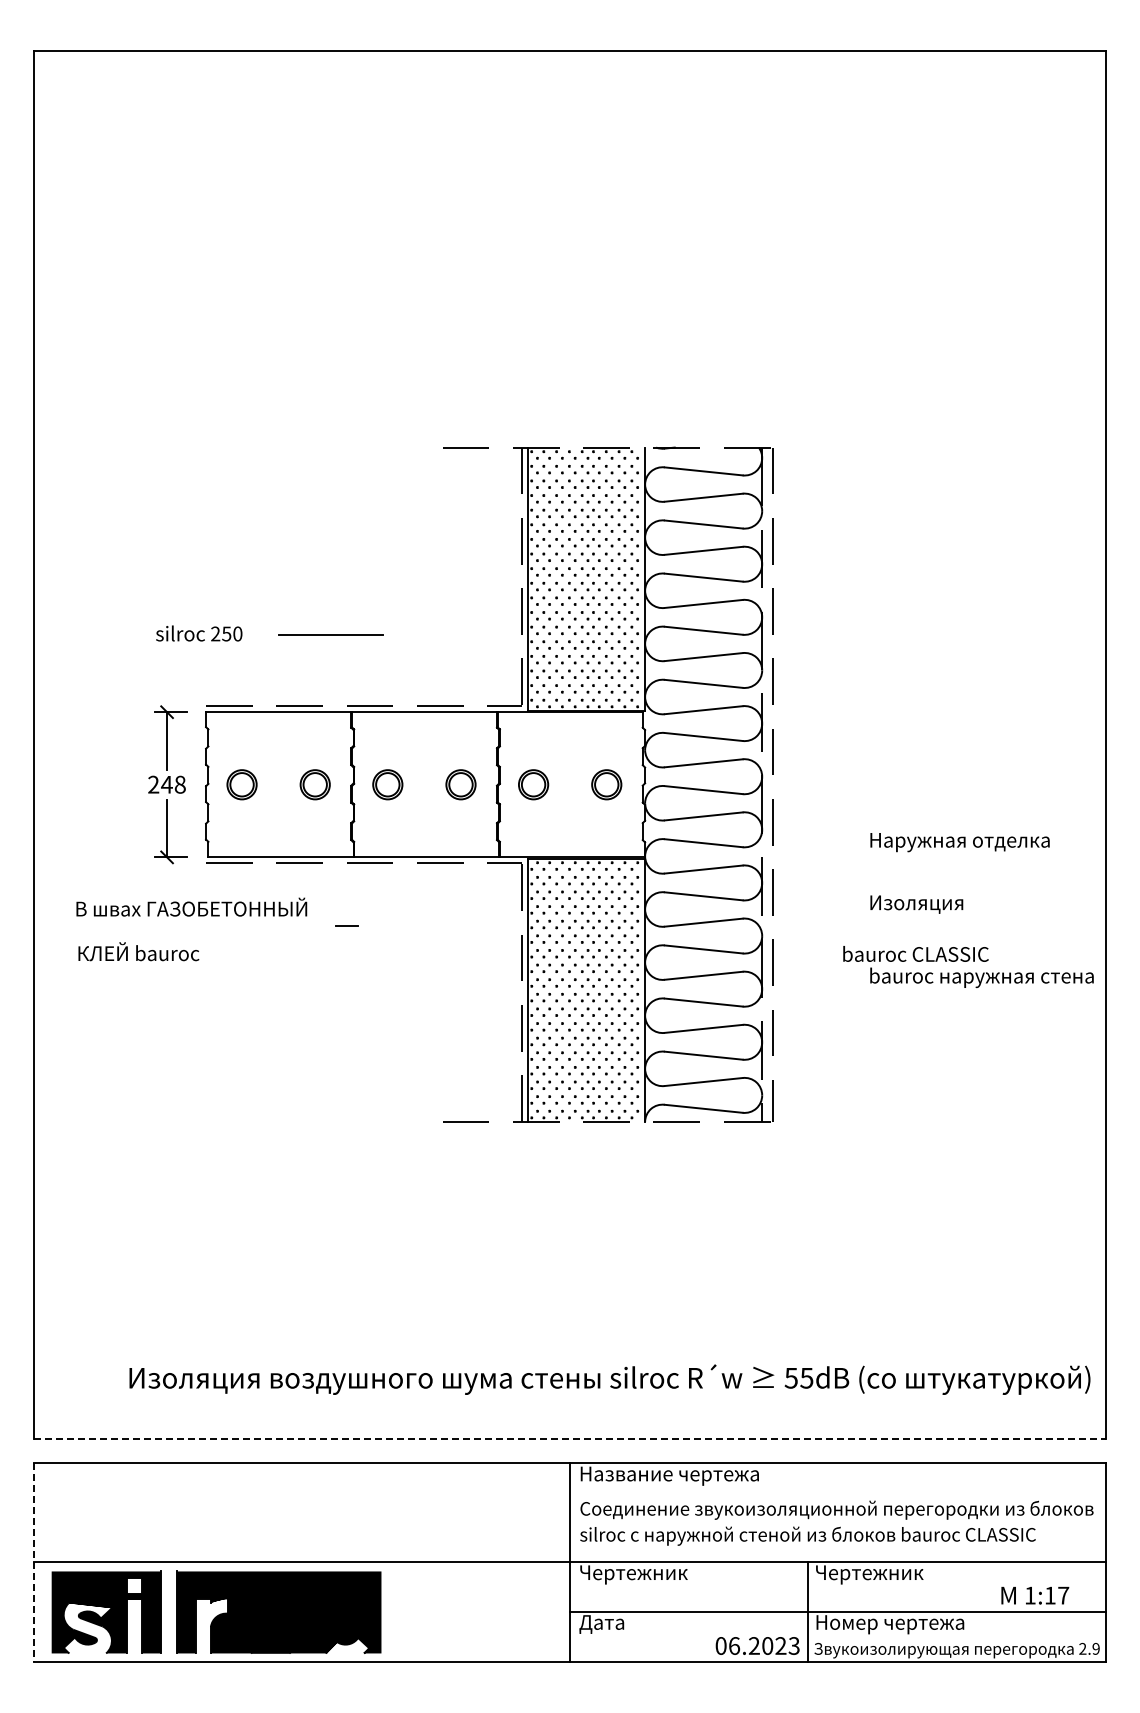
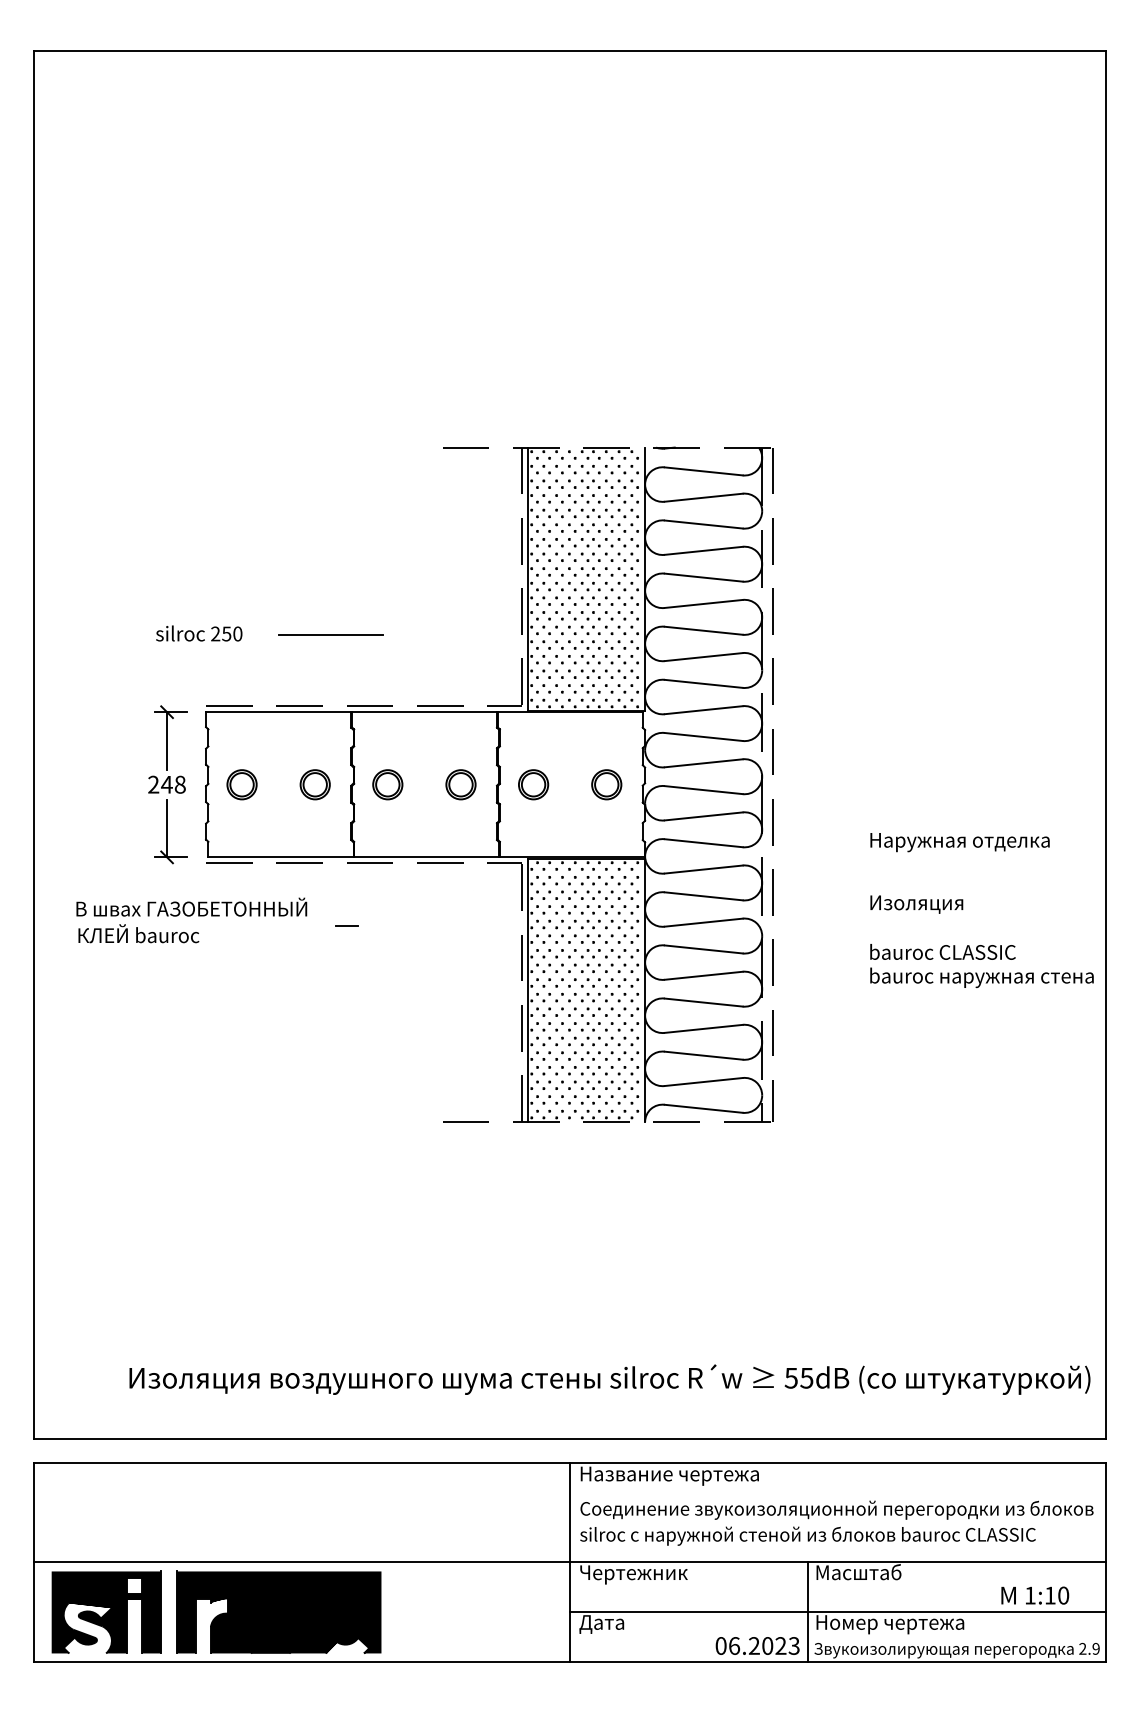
text at (138, 951) position: (138, 951) -> (138, 933)
text at (915, 953) position: (915, 953) -> (942, 951)
line at (569, 1439): dashed -> solid
line at (34, 1562): dashed -> solid
text at (869, 1574): Чертежник -> Масштаб
text at (1063, 1595): 1:17 -> 1:10
